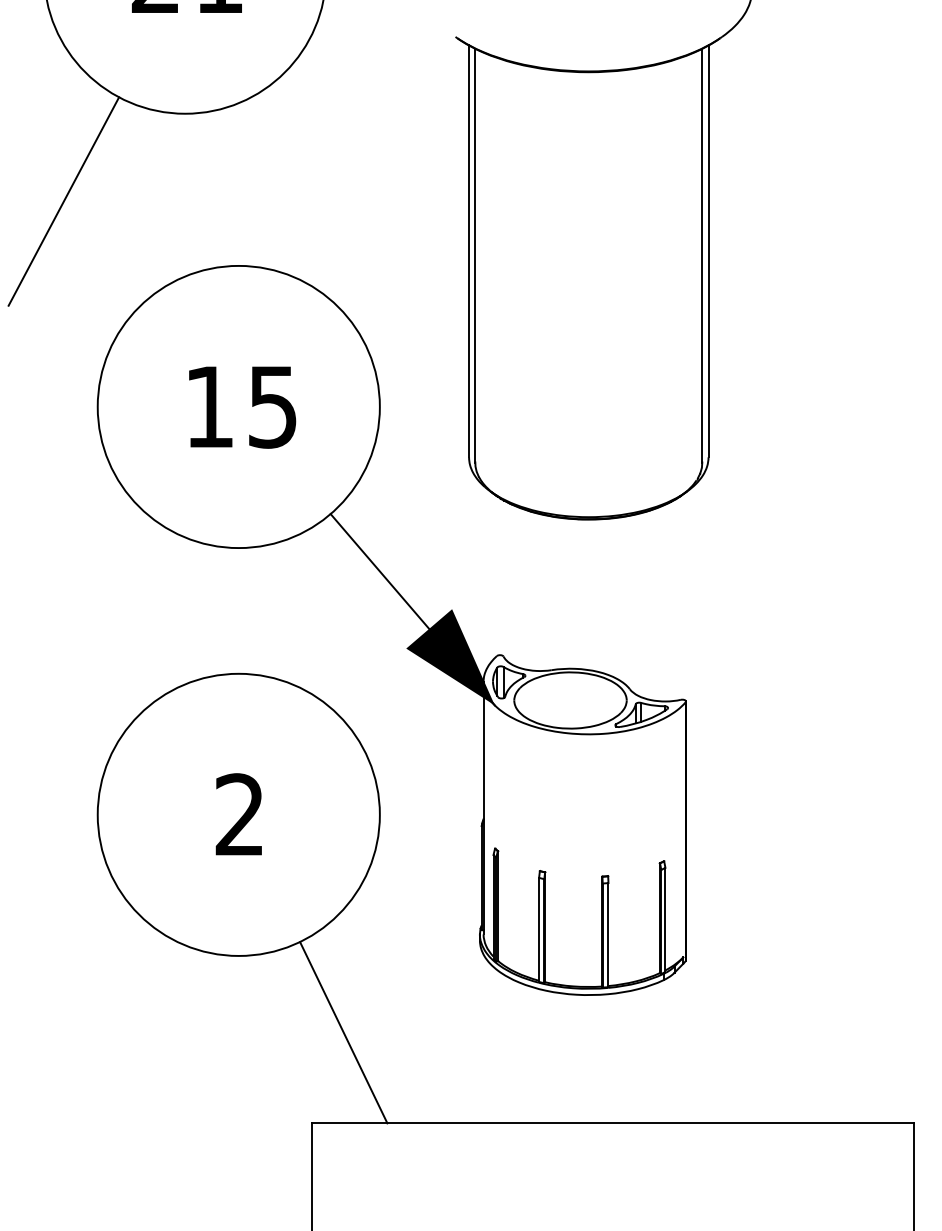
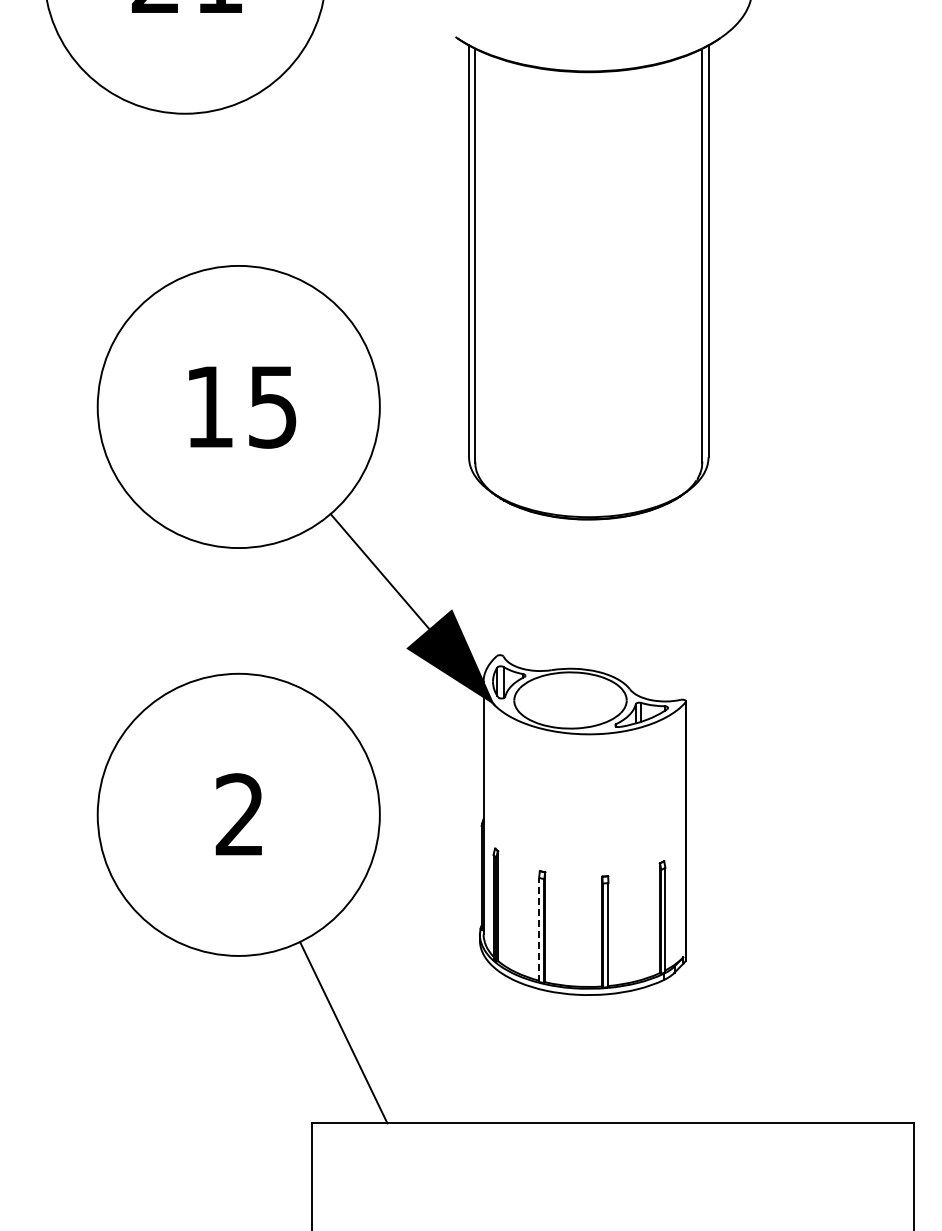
line at (63, 201): present -> none
line at (539, 929): solid -> dashed
